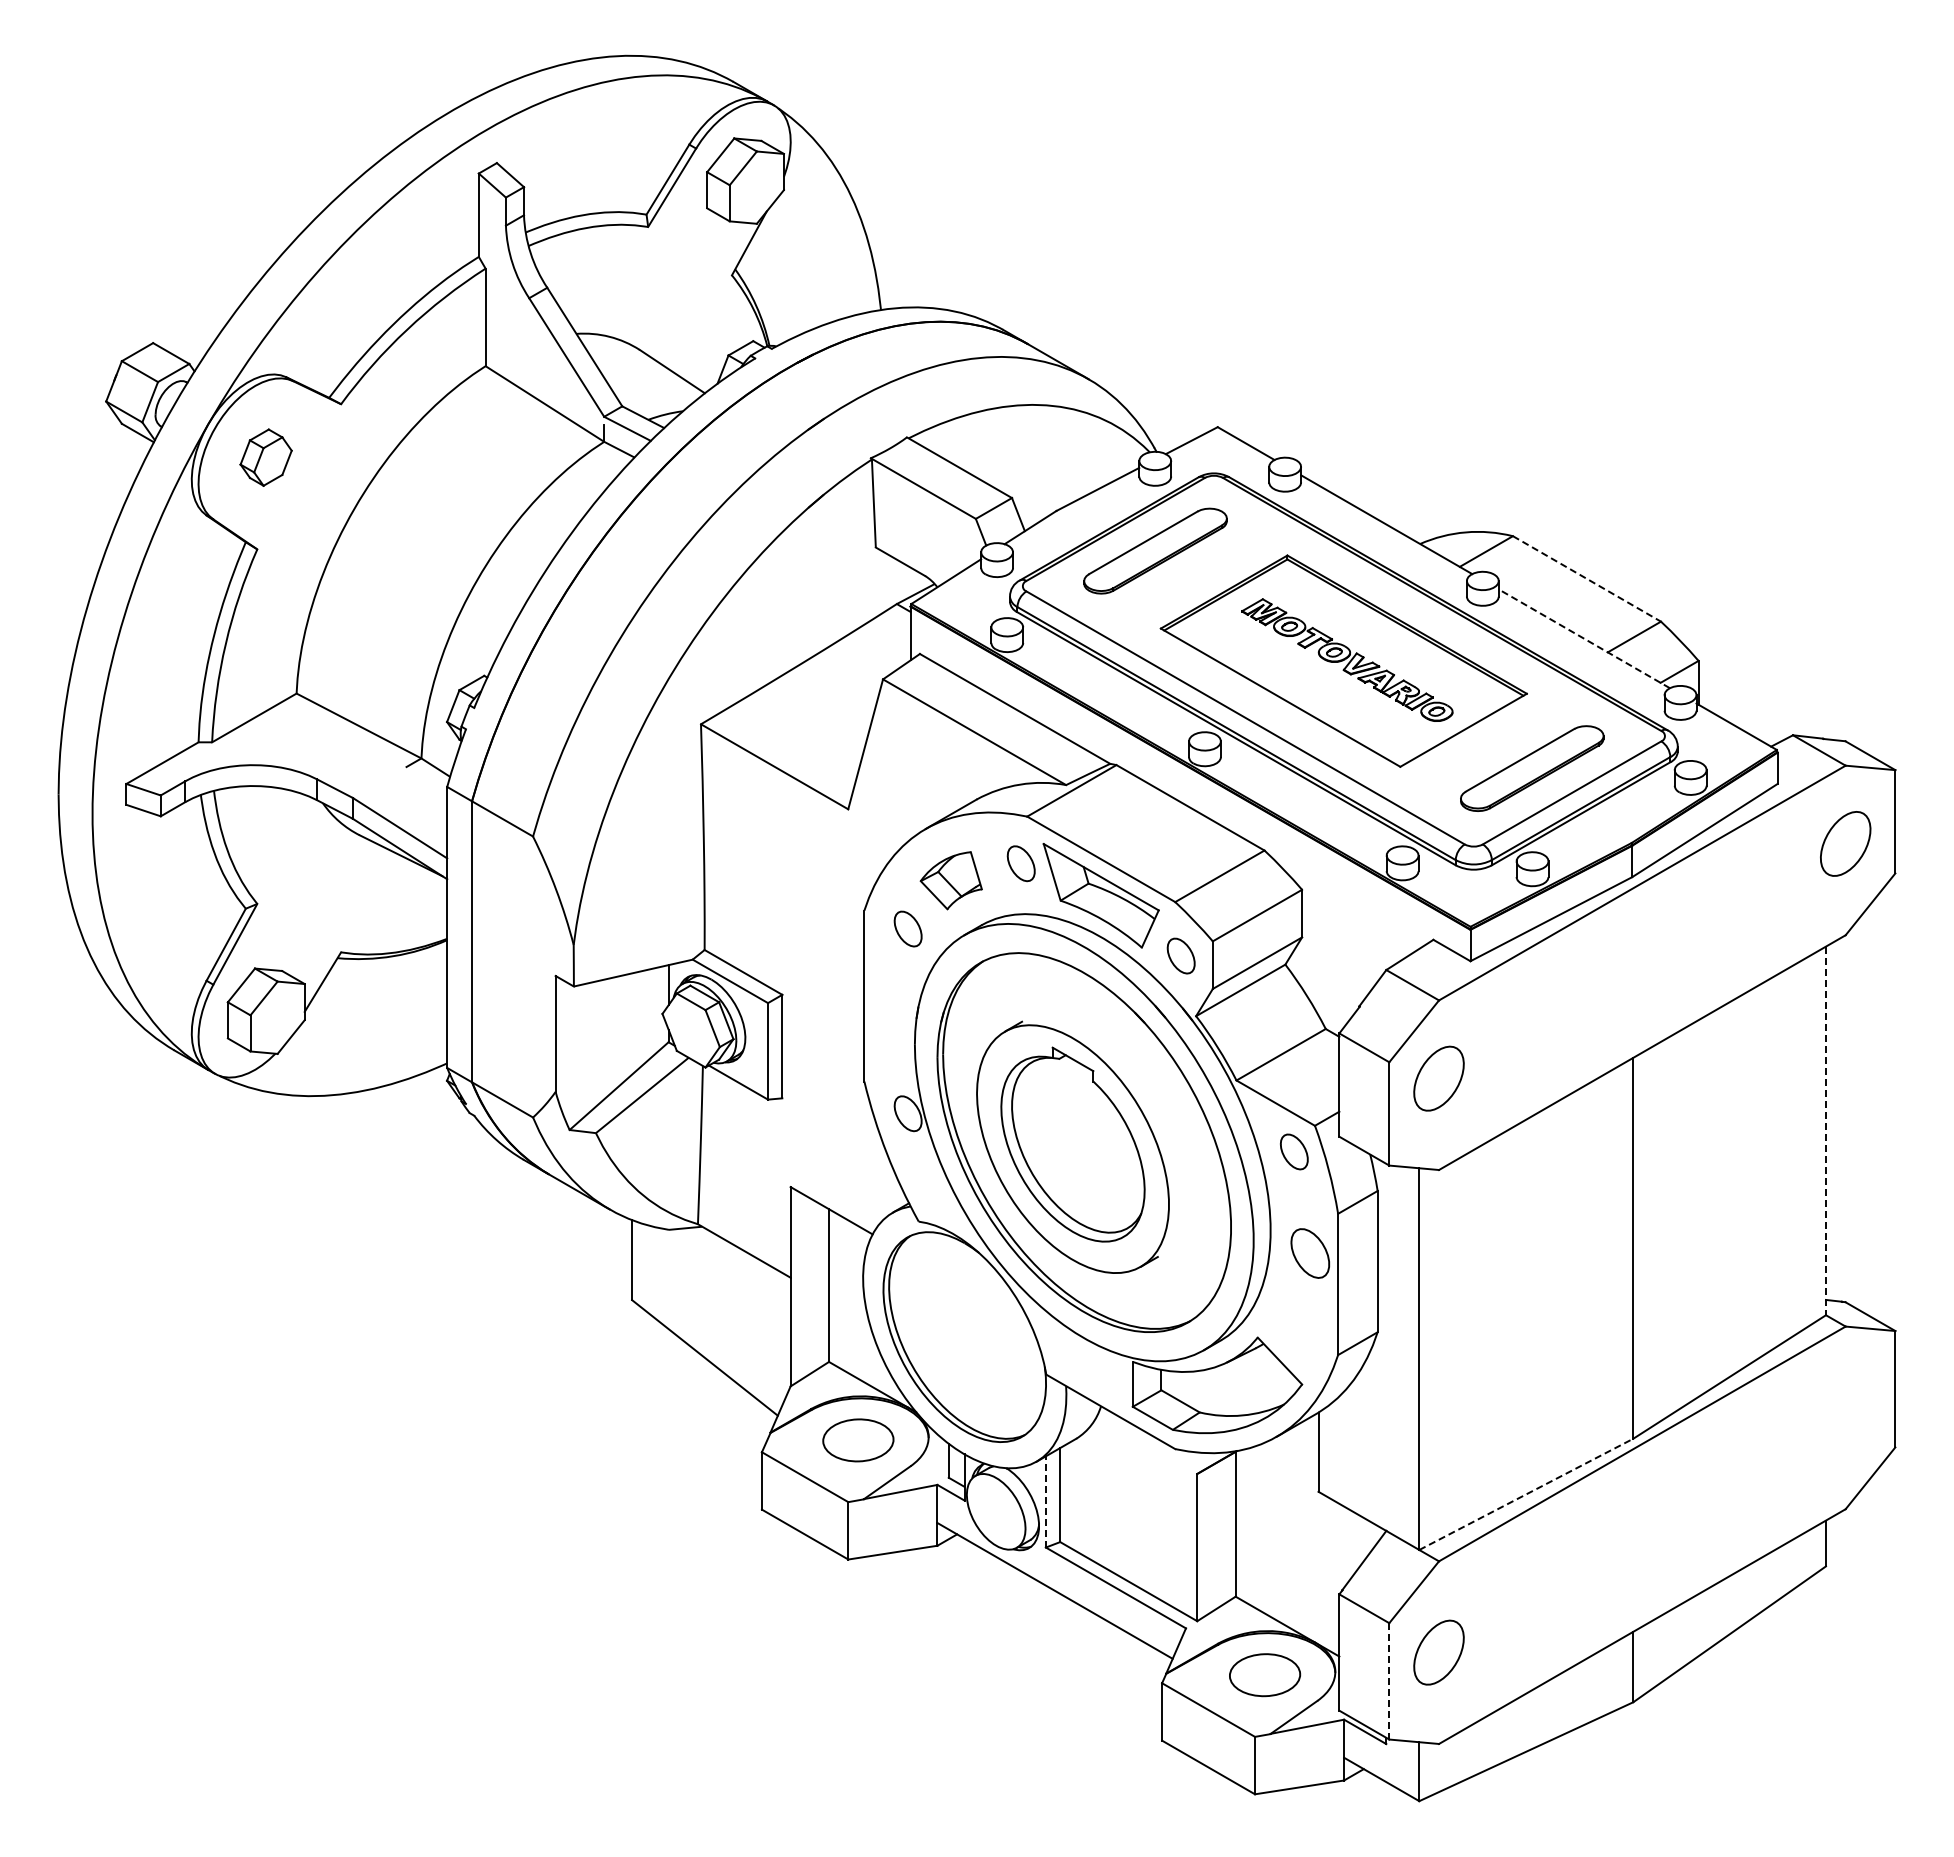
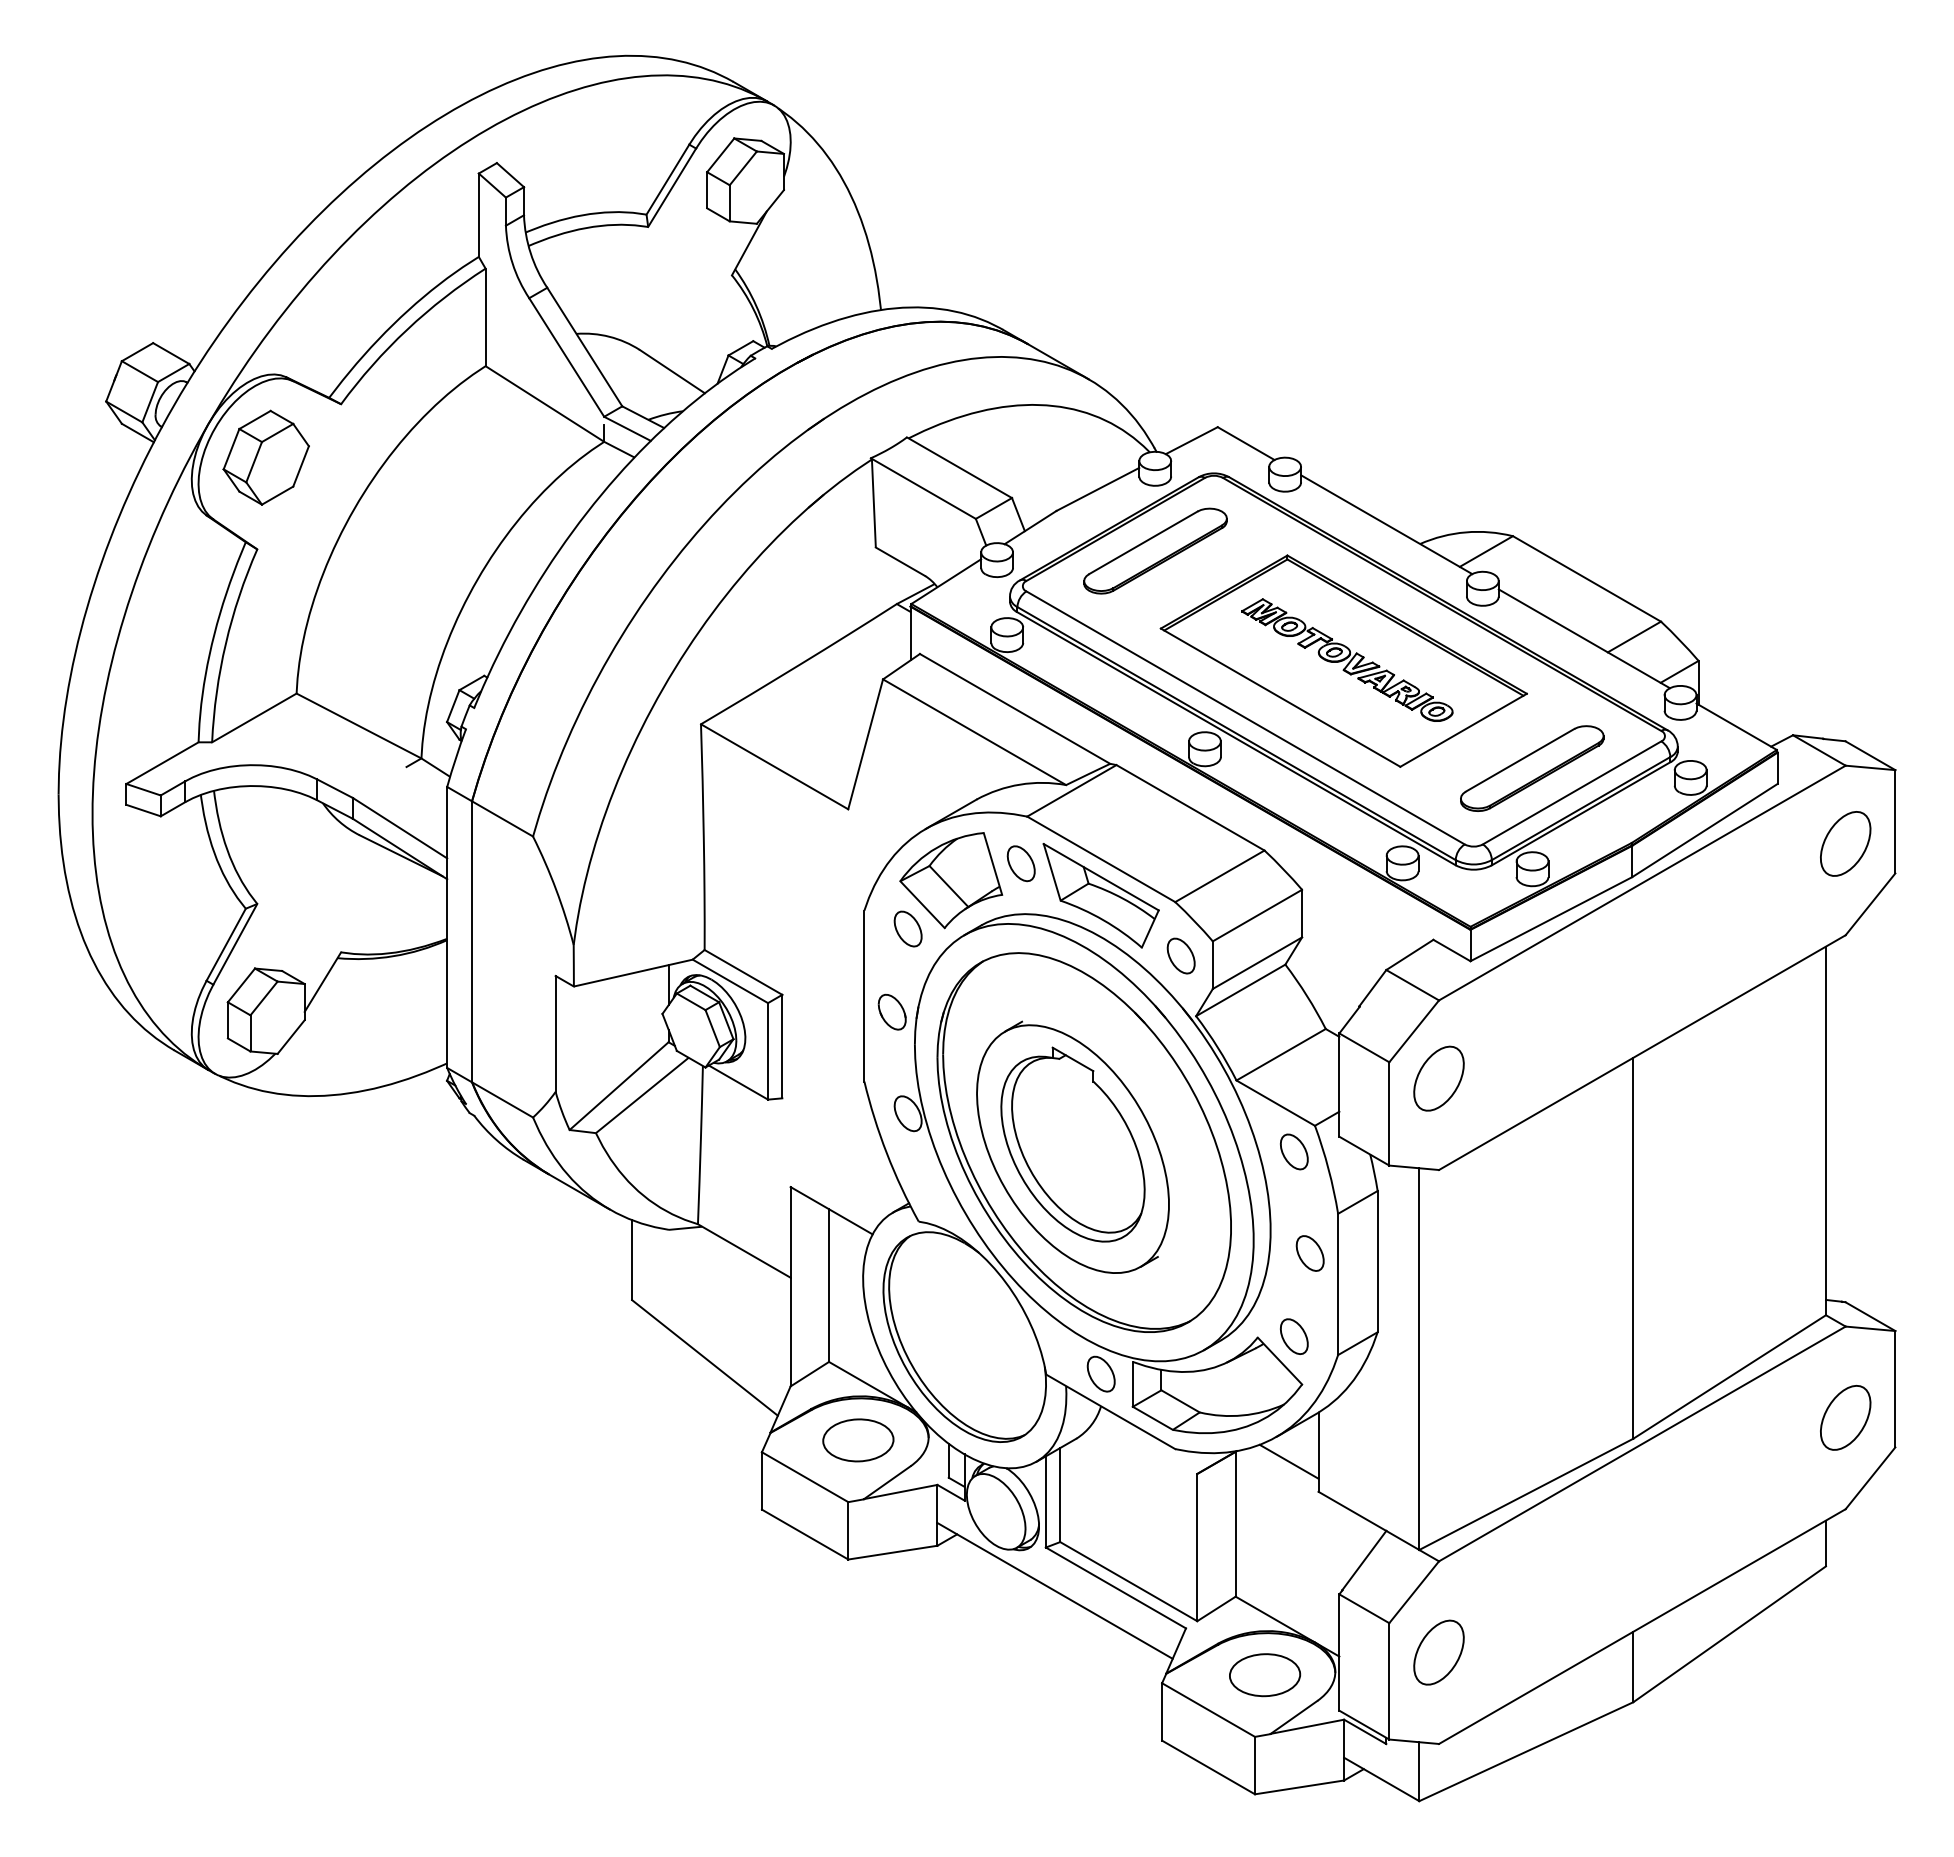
part at (265, 457) size: 54x59 px -> 88x97 px
line at (1587, 579): dashed -> solid
line at (1584, 638): dashed -> solid
part at (950, 880) size: 64x60 px -> 105x98 px
part at (891, 1011): none -> present
line at (1825, 1131): dashed -> solid
part at (1310, 1253) size: 41x51 px -> 30x37 px
part at (1294, 1336): none -> present
part at (1100, 1373): none -> present
part at (1845, 1417): none -> present
line at (1288, 1461): none -> present
line at (1526, 1494): dashed -> solid
line at (1045, 1501): dashed -> solid
line at (1389, 1680): dashed -> solid
